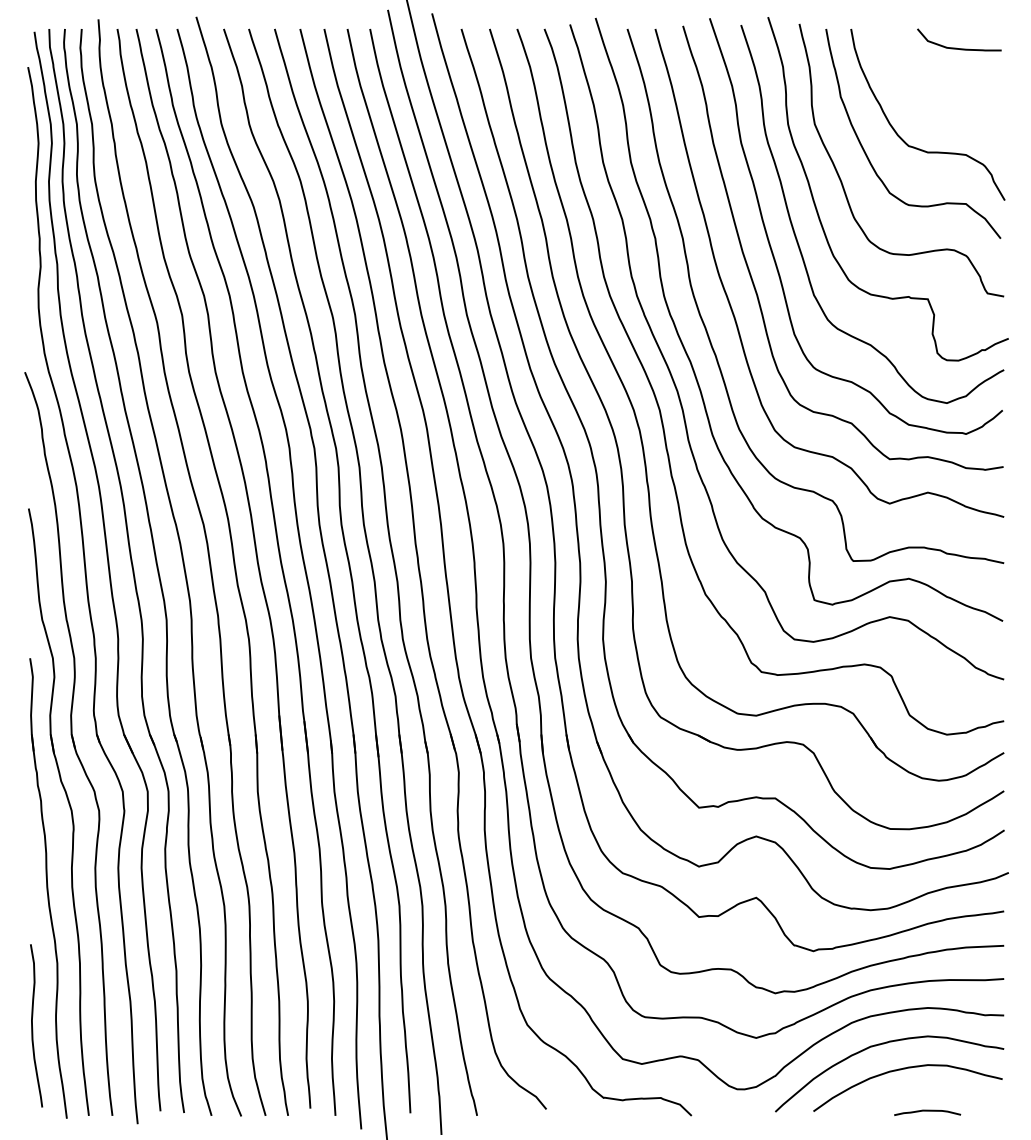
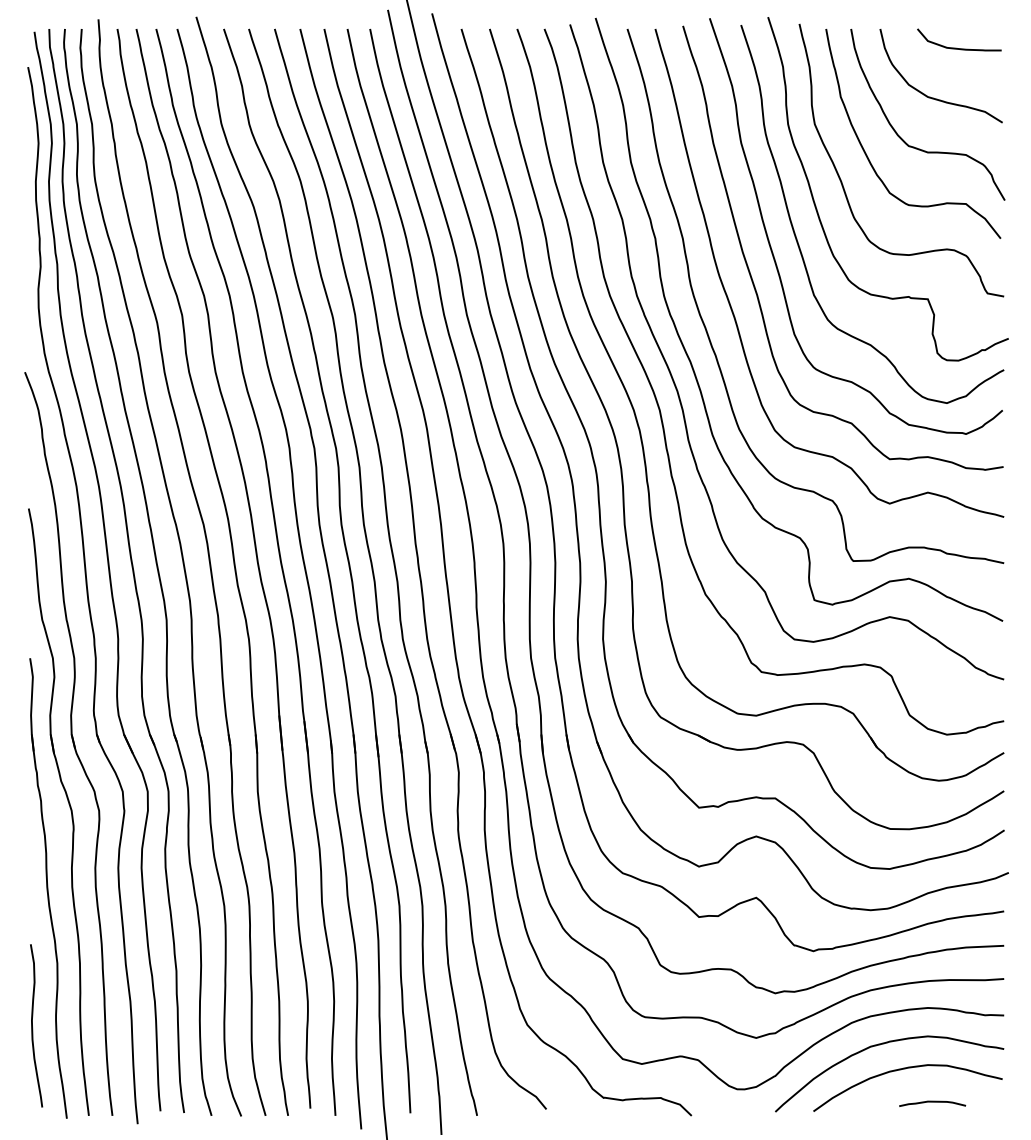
curve at (933, 97): none -> present
curve at (927, 1111) position: (927, 1111) -> (932, 1102)
